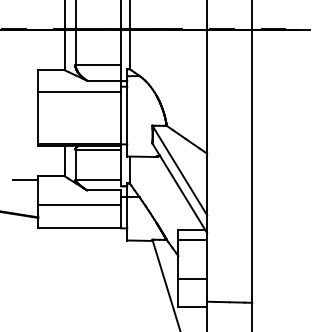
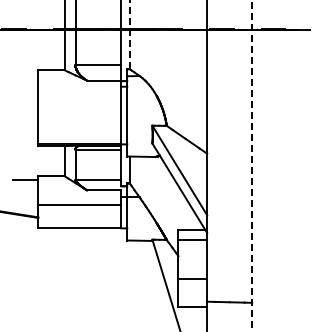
line at (129, 34): solid -> dashed
line at (79, 91): present -> none
line at (252, 165): solid -> dashed
